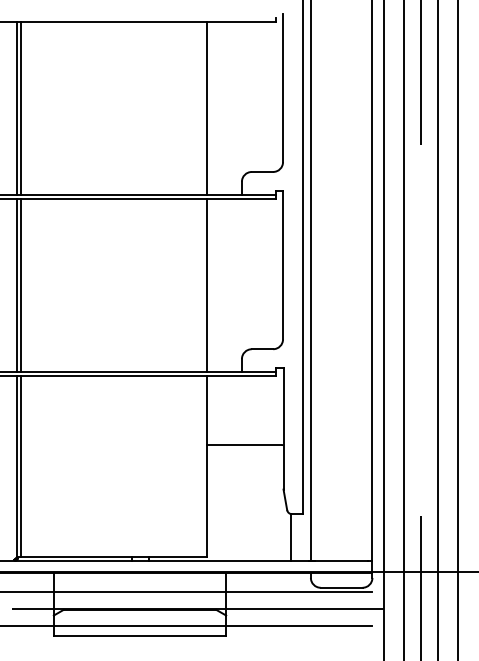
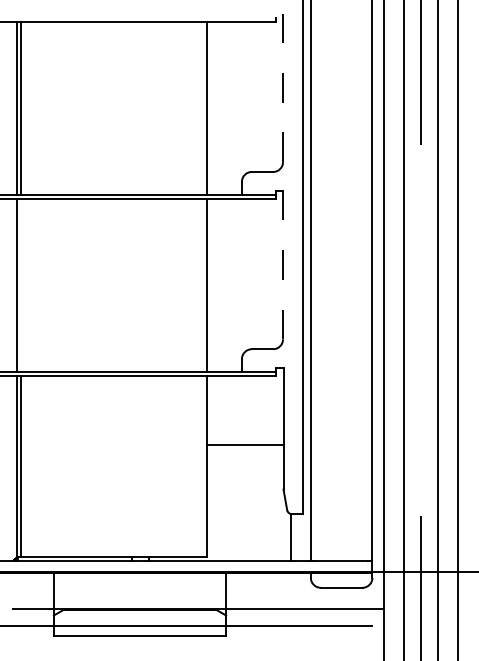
line at (283, 87): solid -> dashed
line at (283, 264): solid -> dashed
line at (20, 285): present -> none
line at (186, 591): present -> none
